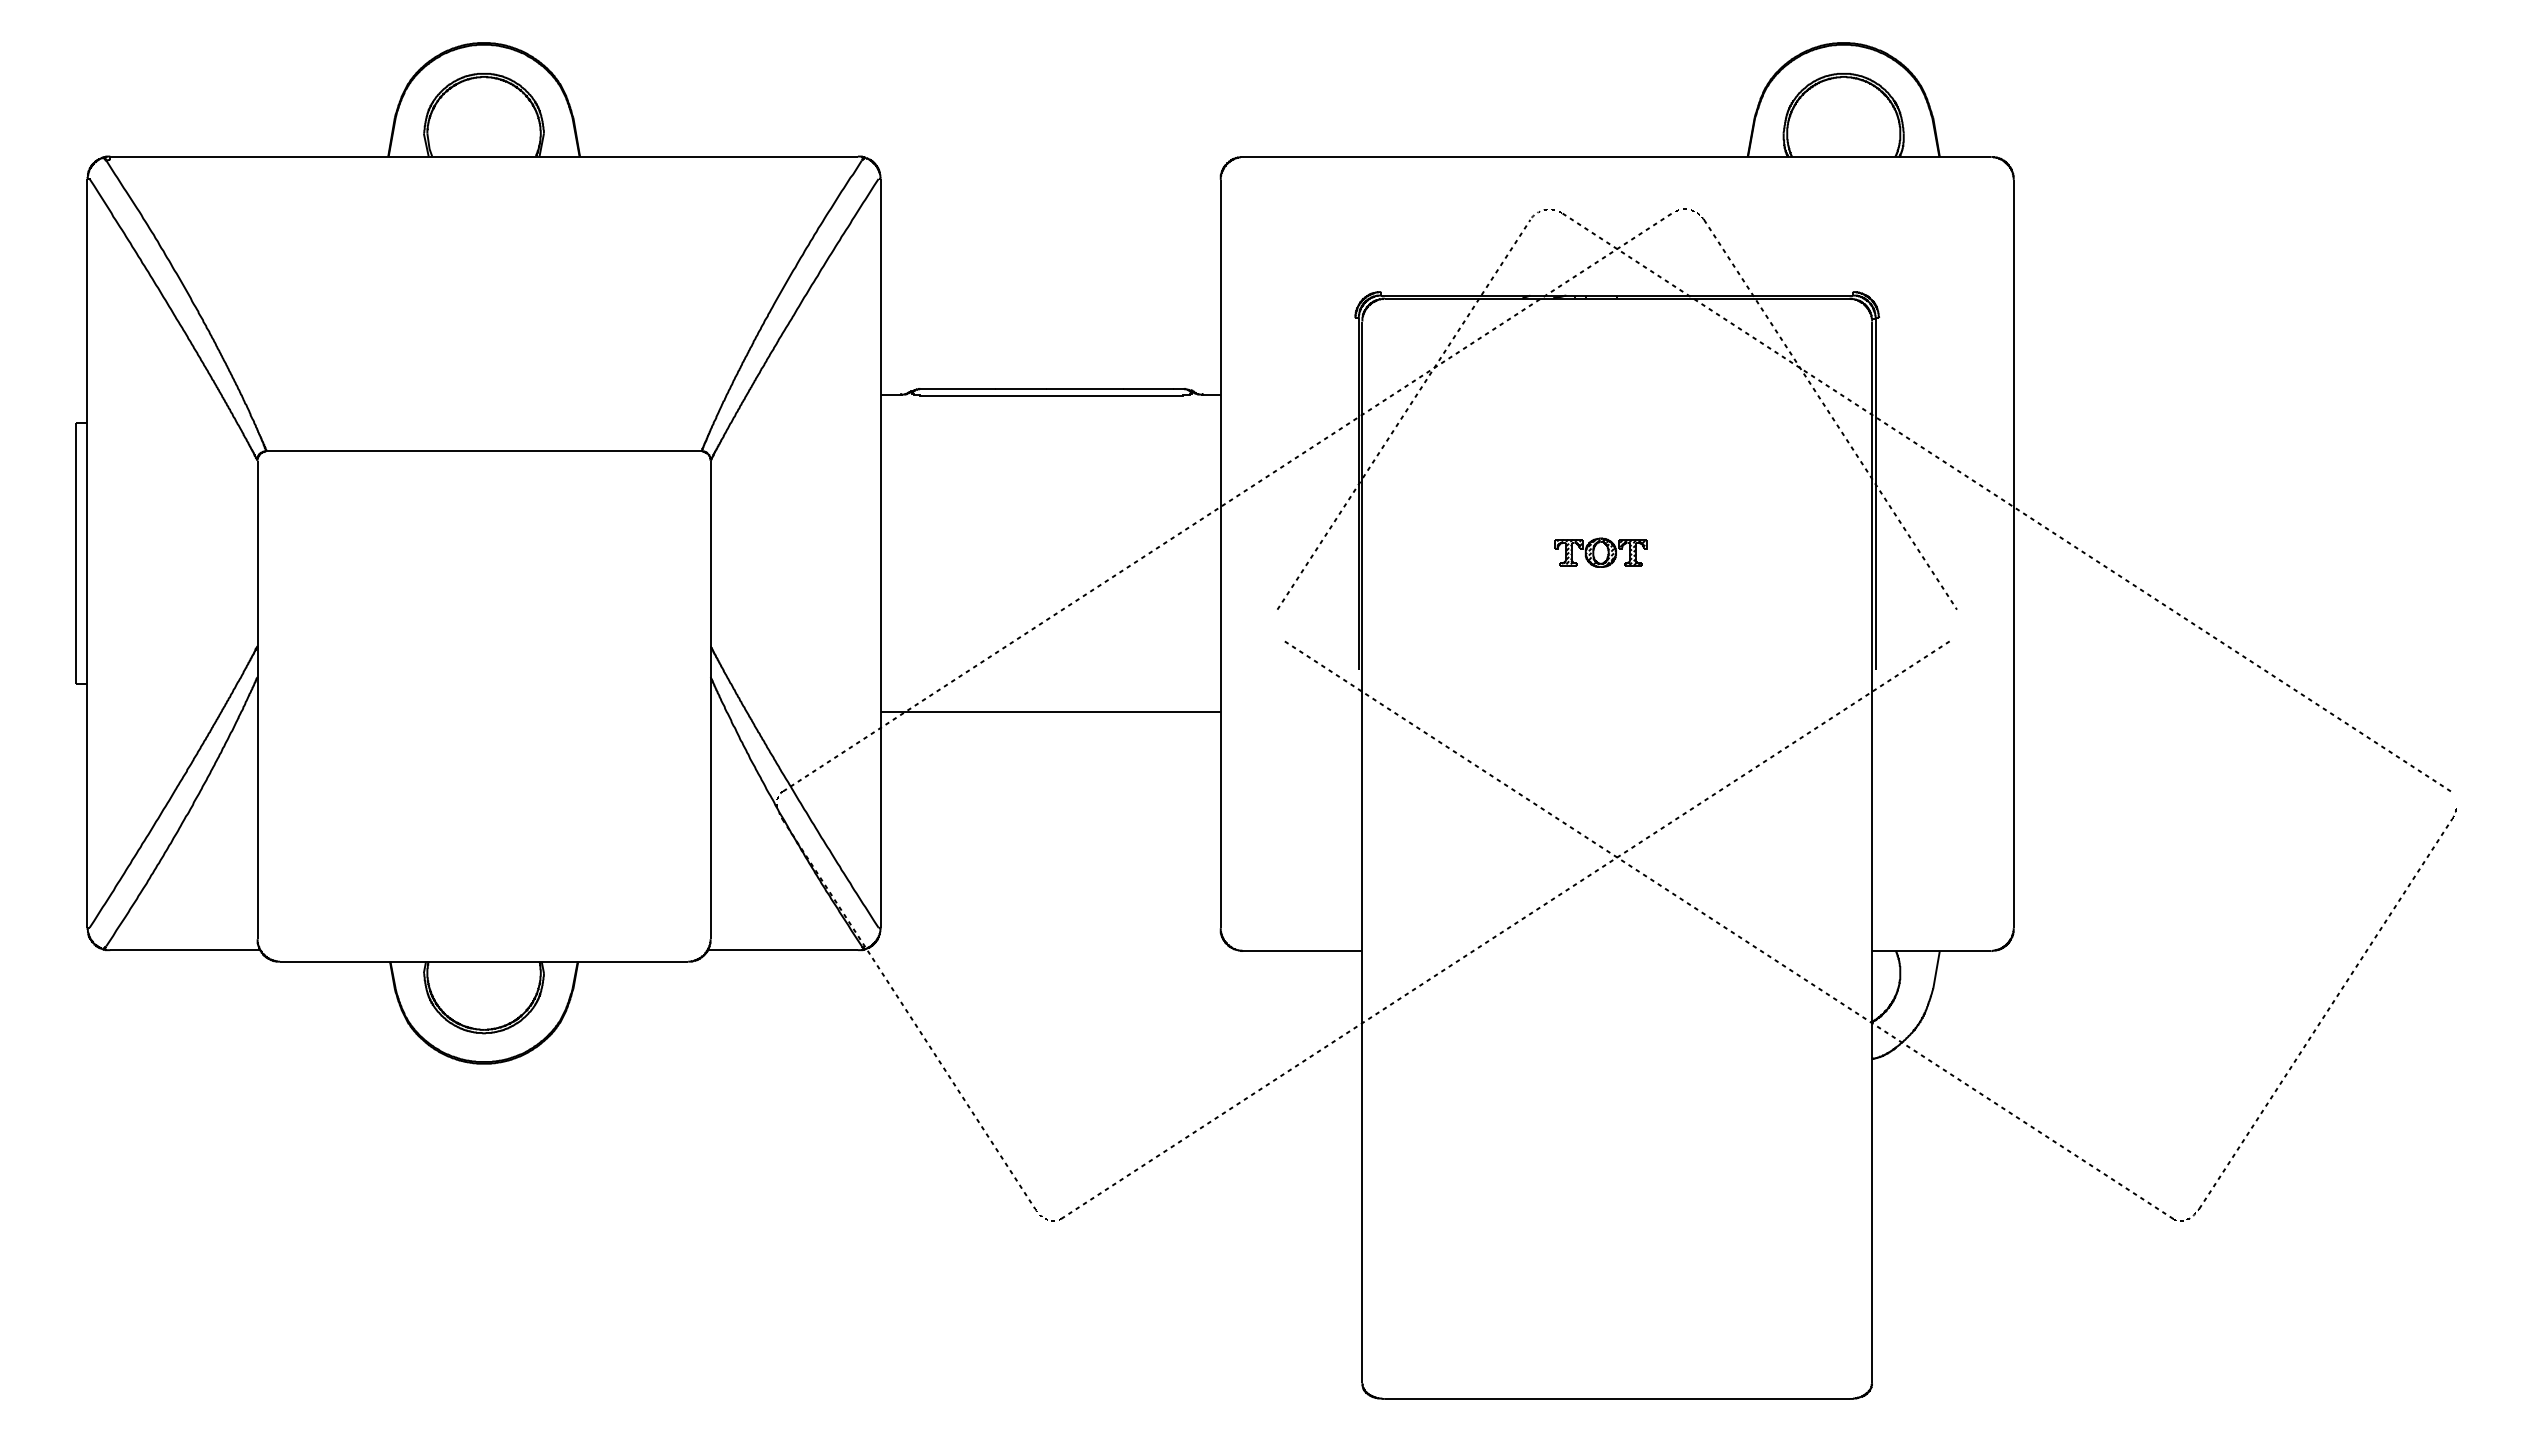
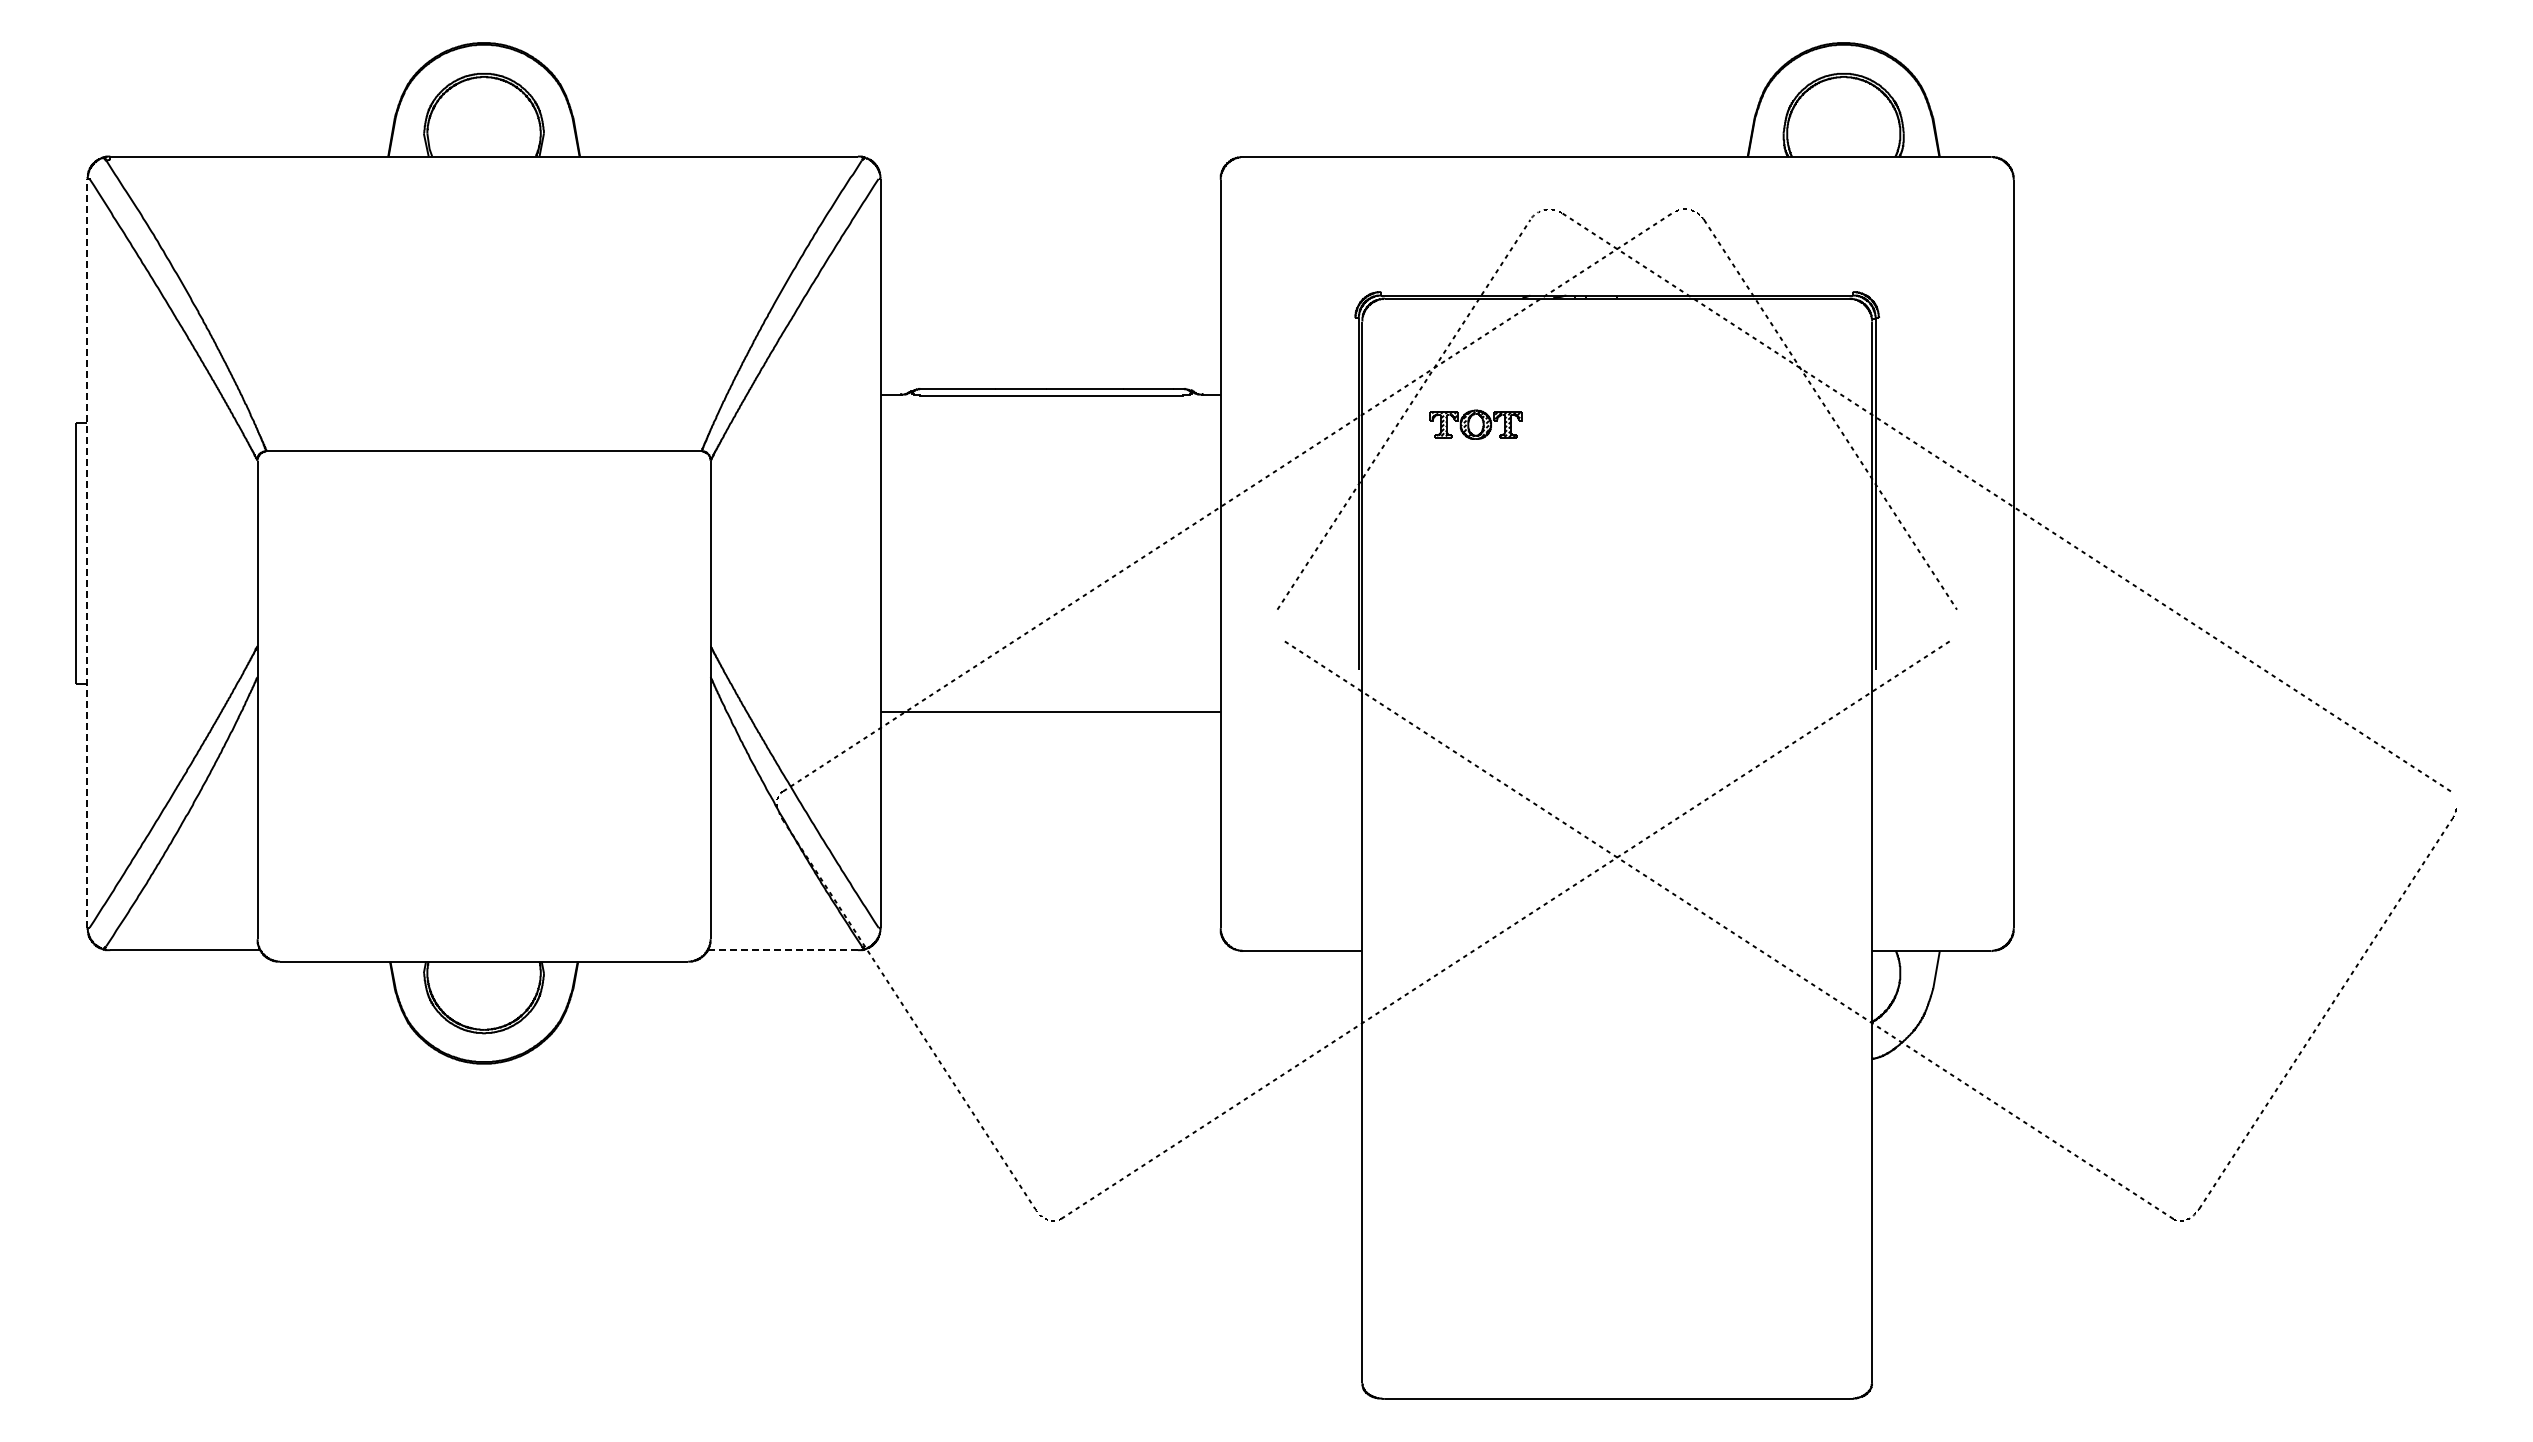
line at (87, 552): solid -> dashed
part at (1600, 552) position: (1600, 552) -> (1475, 424)
line at (782, 950): solid -> dashed
